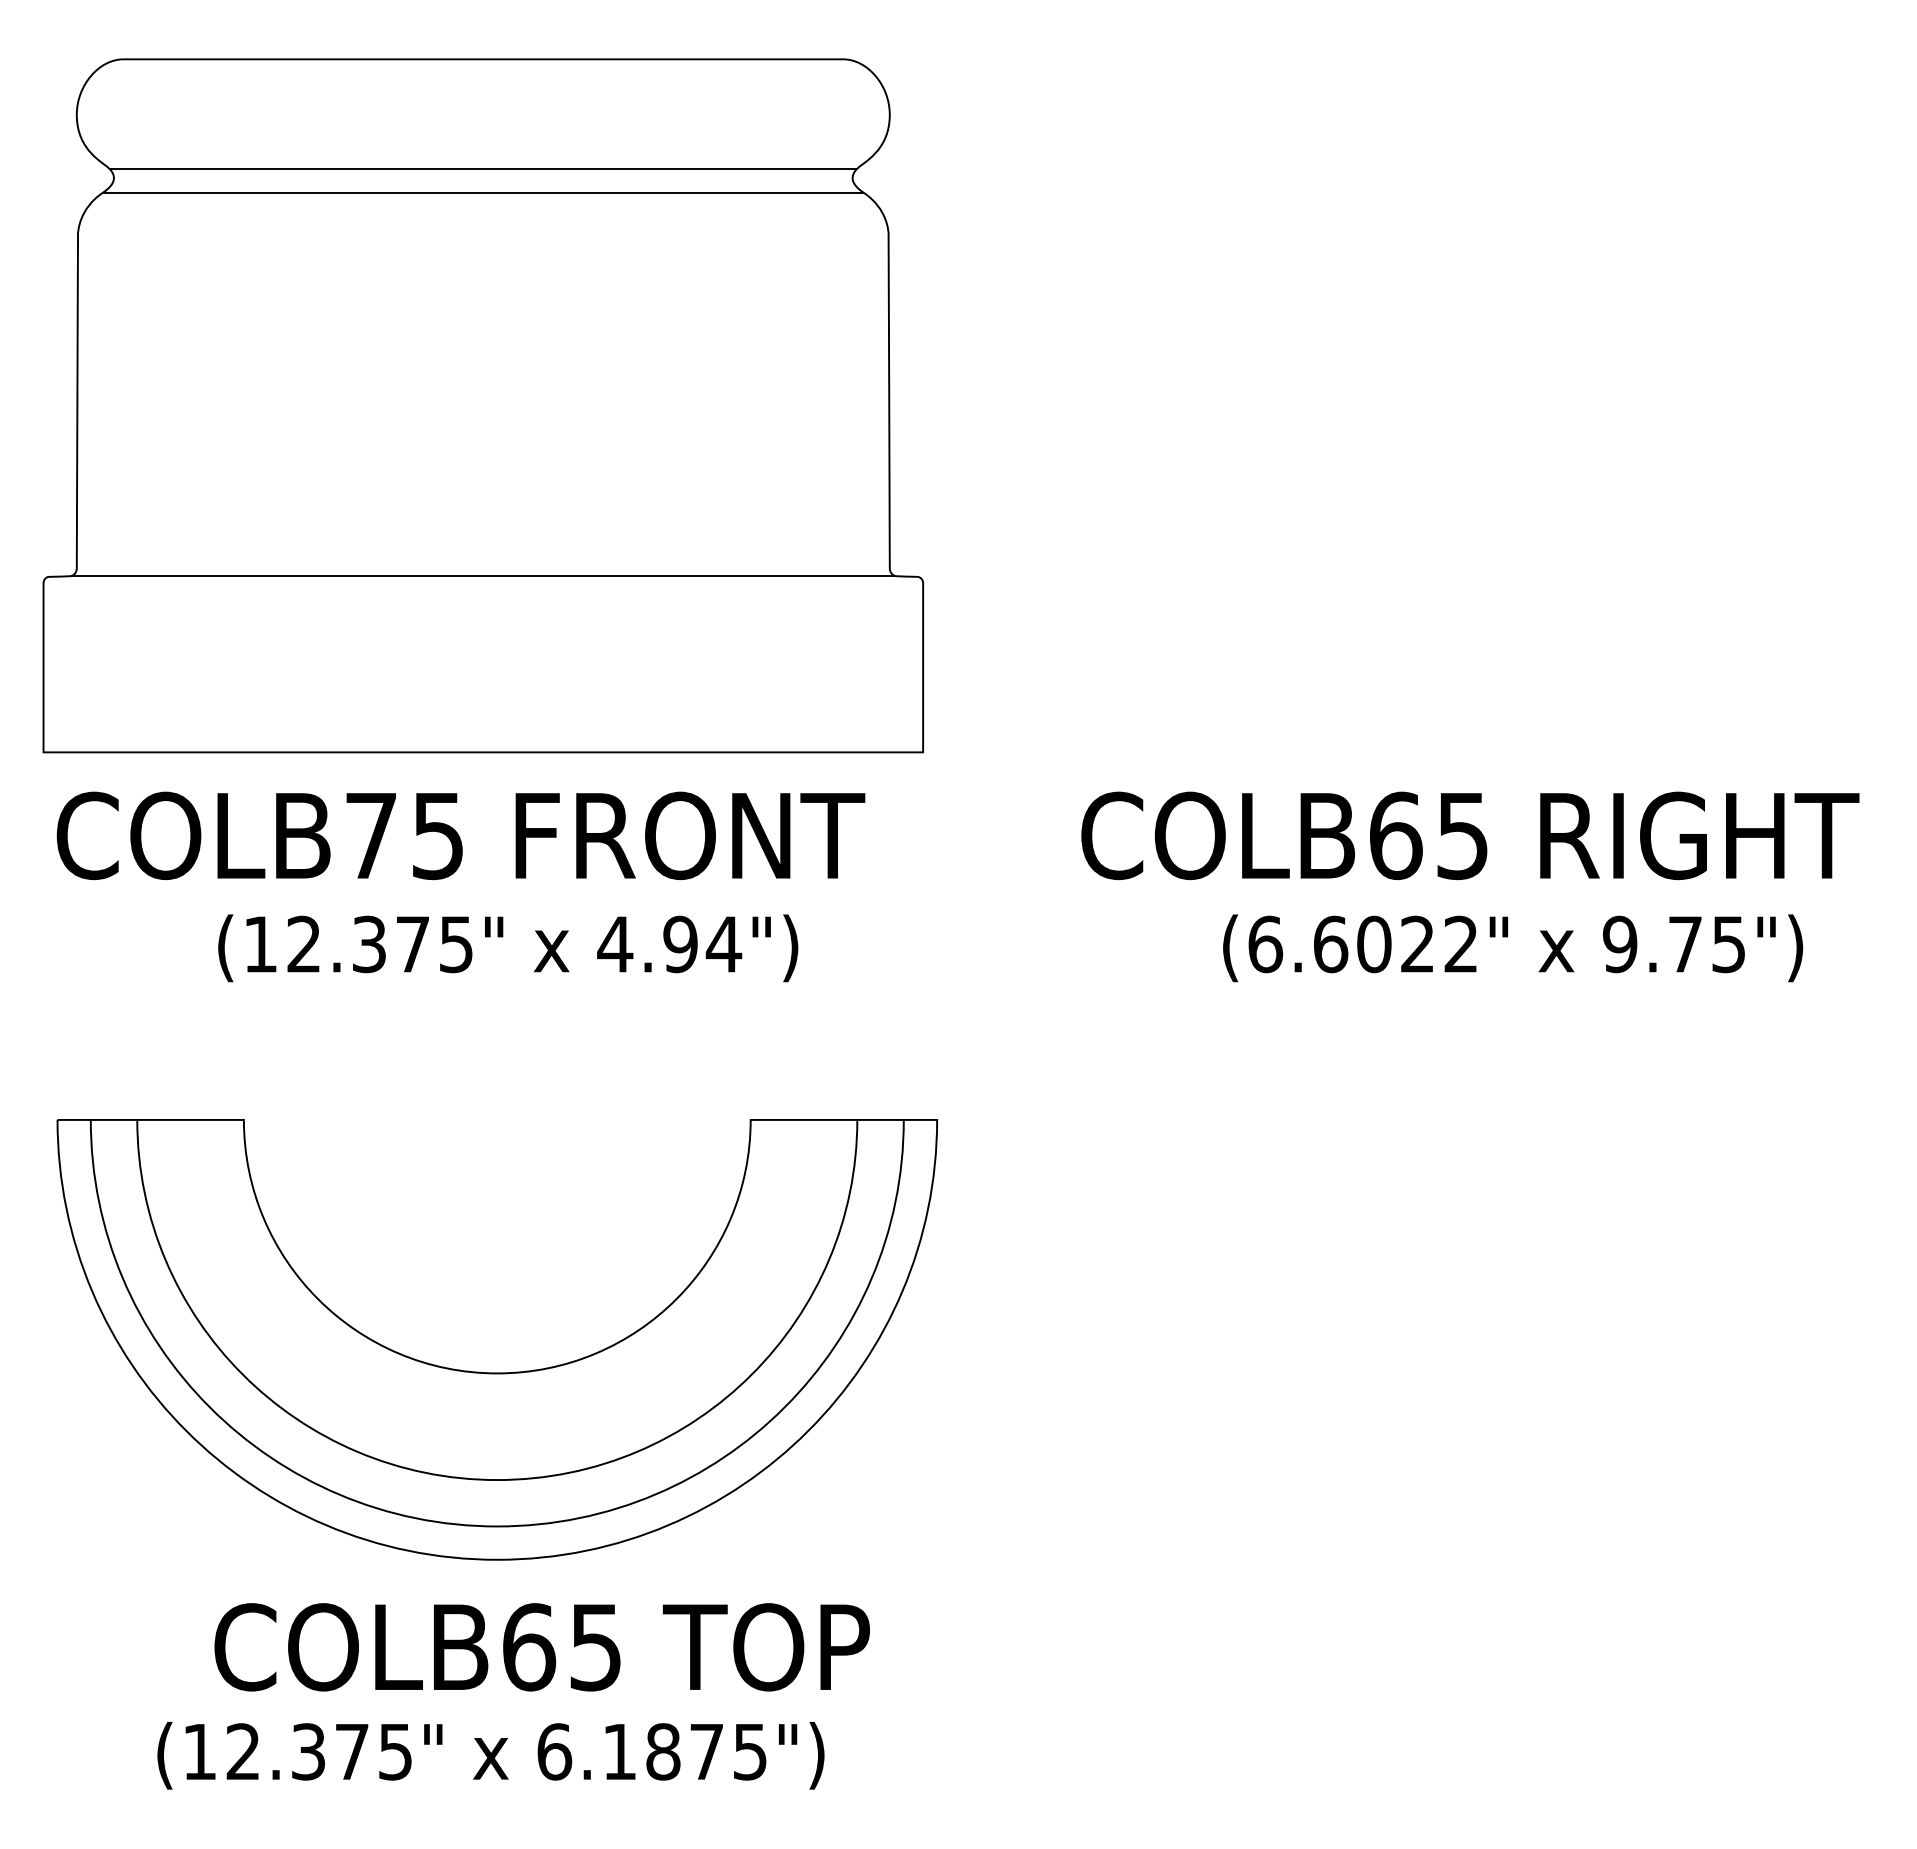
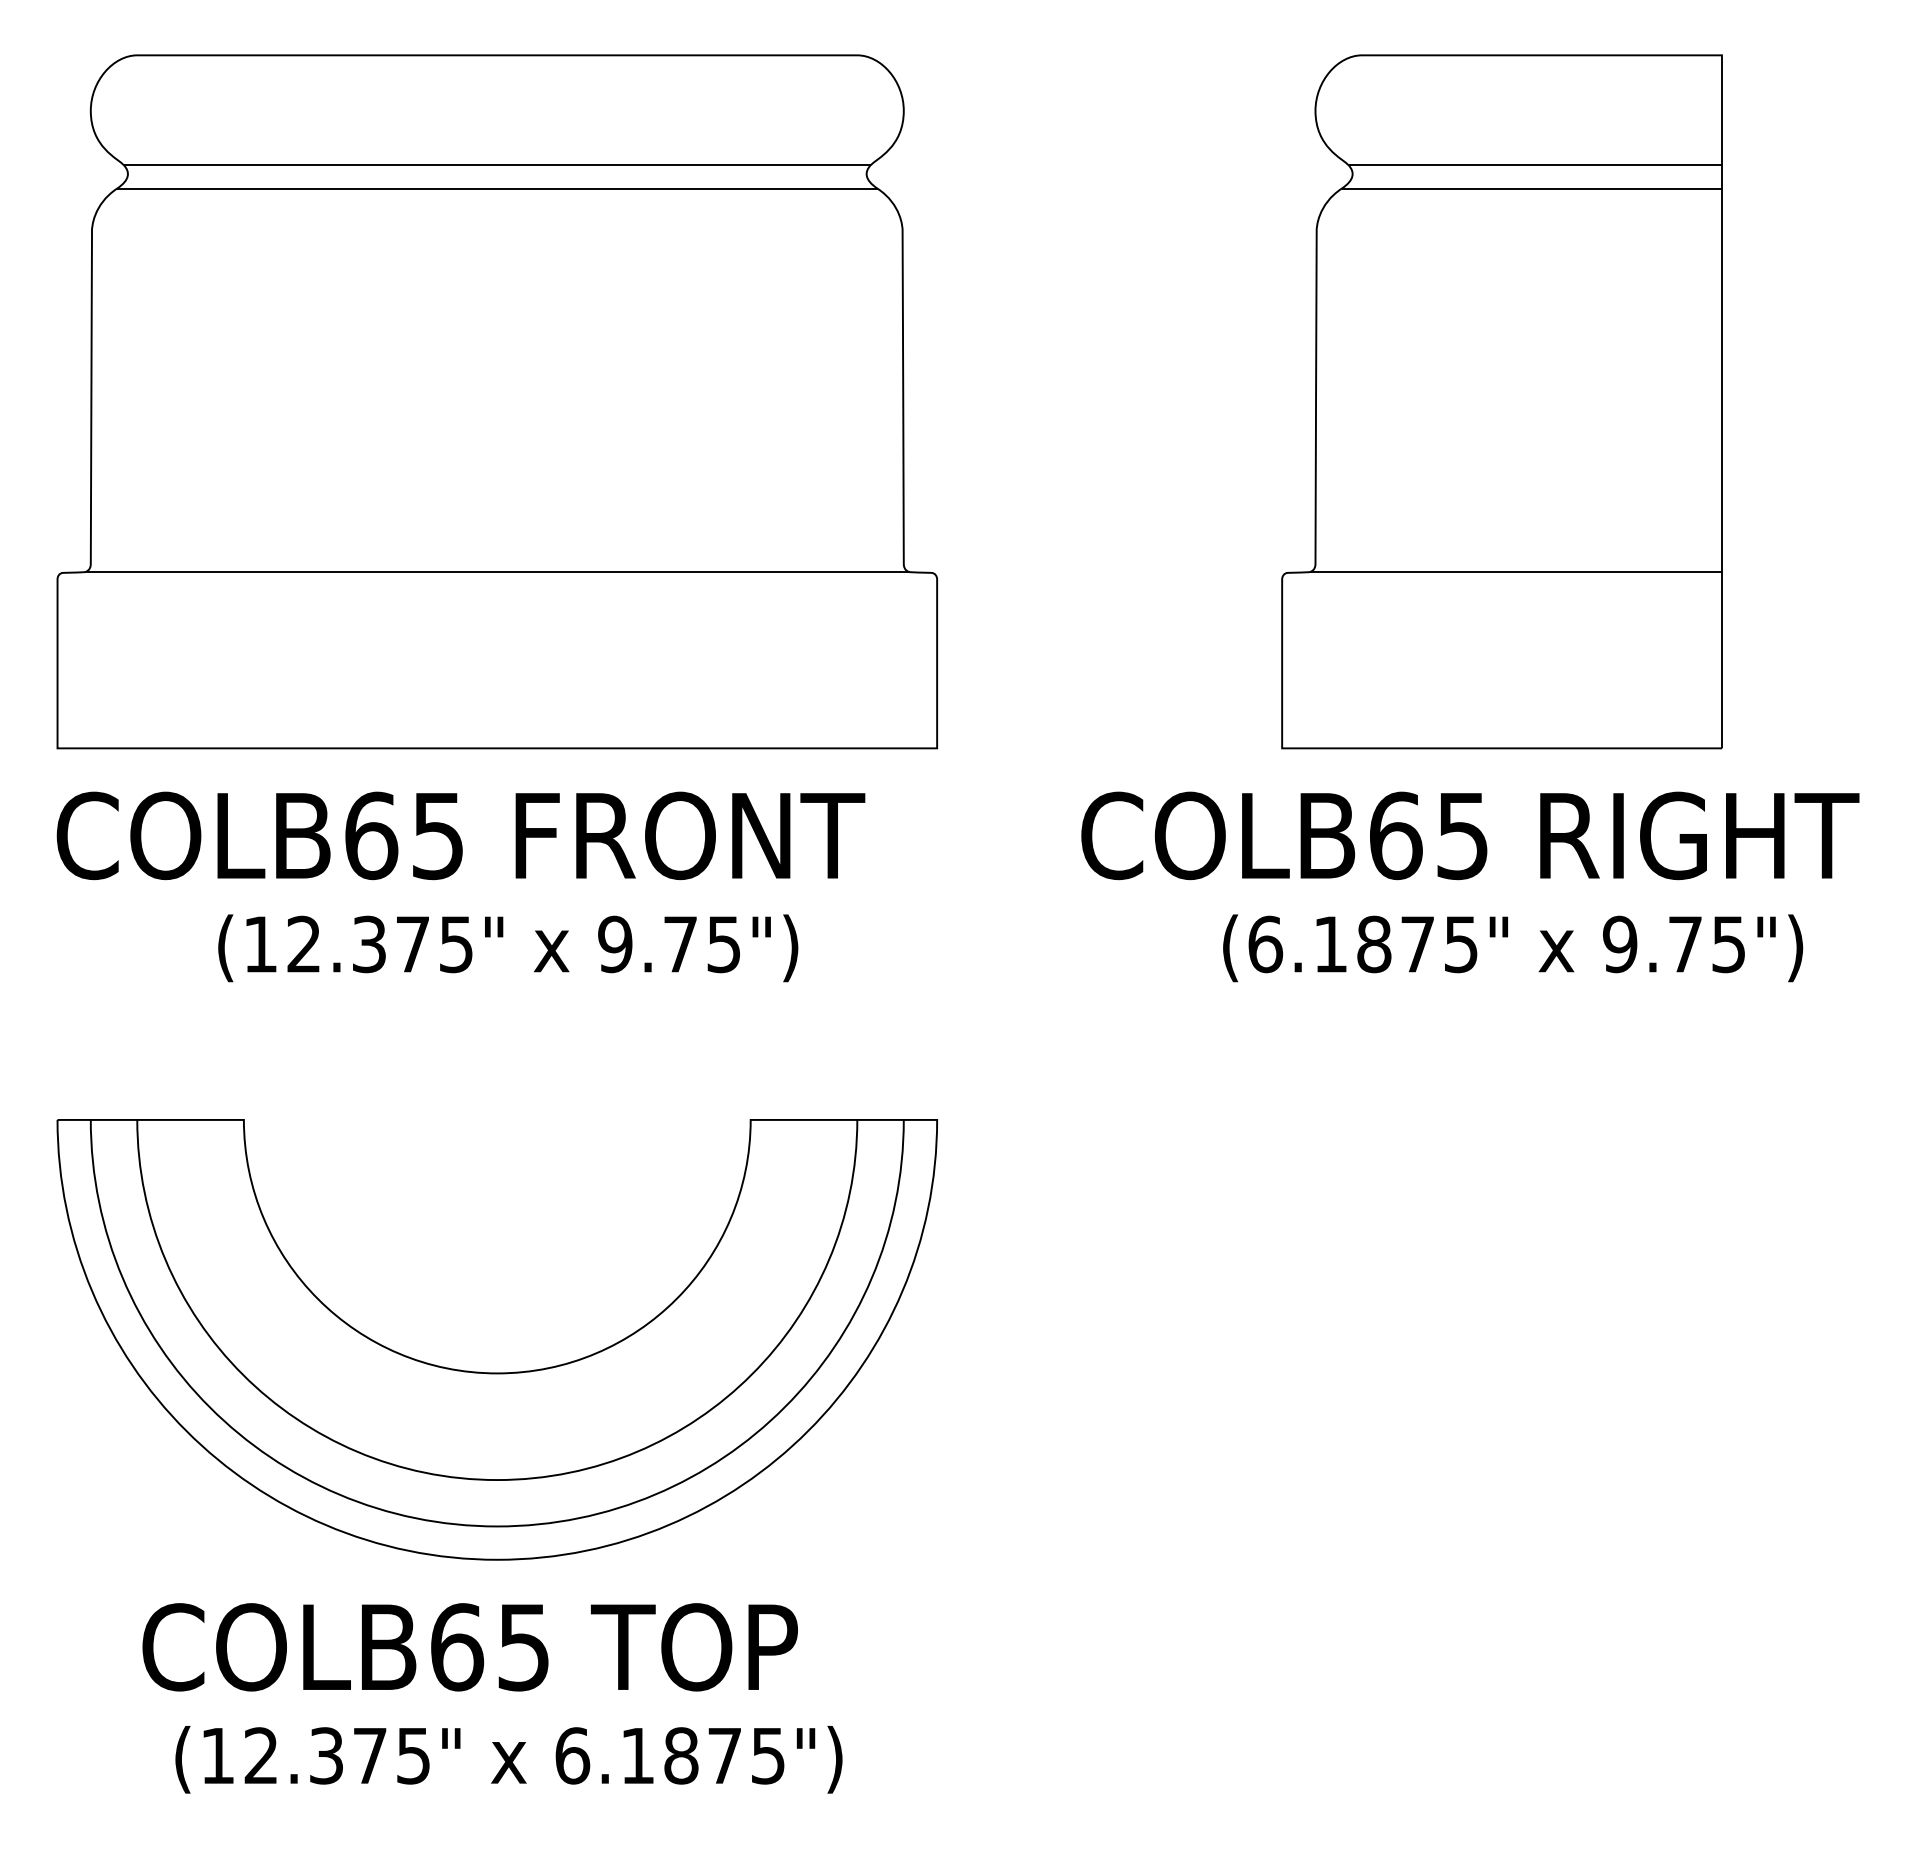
part at (1501, 401): none -> present
part at (482, 405) position: (482, 405) -> (496, 401)
text at (371, 835): COLB75 -> COLB65
text at (669, 944): 4.94") -> 9.75")
text at (1395, 944): (6.6022" -> (6.1875"
text at (541, 1647) position: (541, 1647) -> (469, 1647)
text at (490, 1755) position: (490, 1755) -> (508, 1759)
